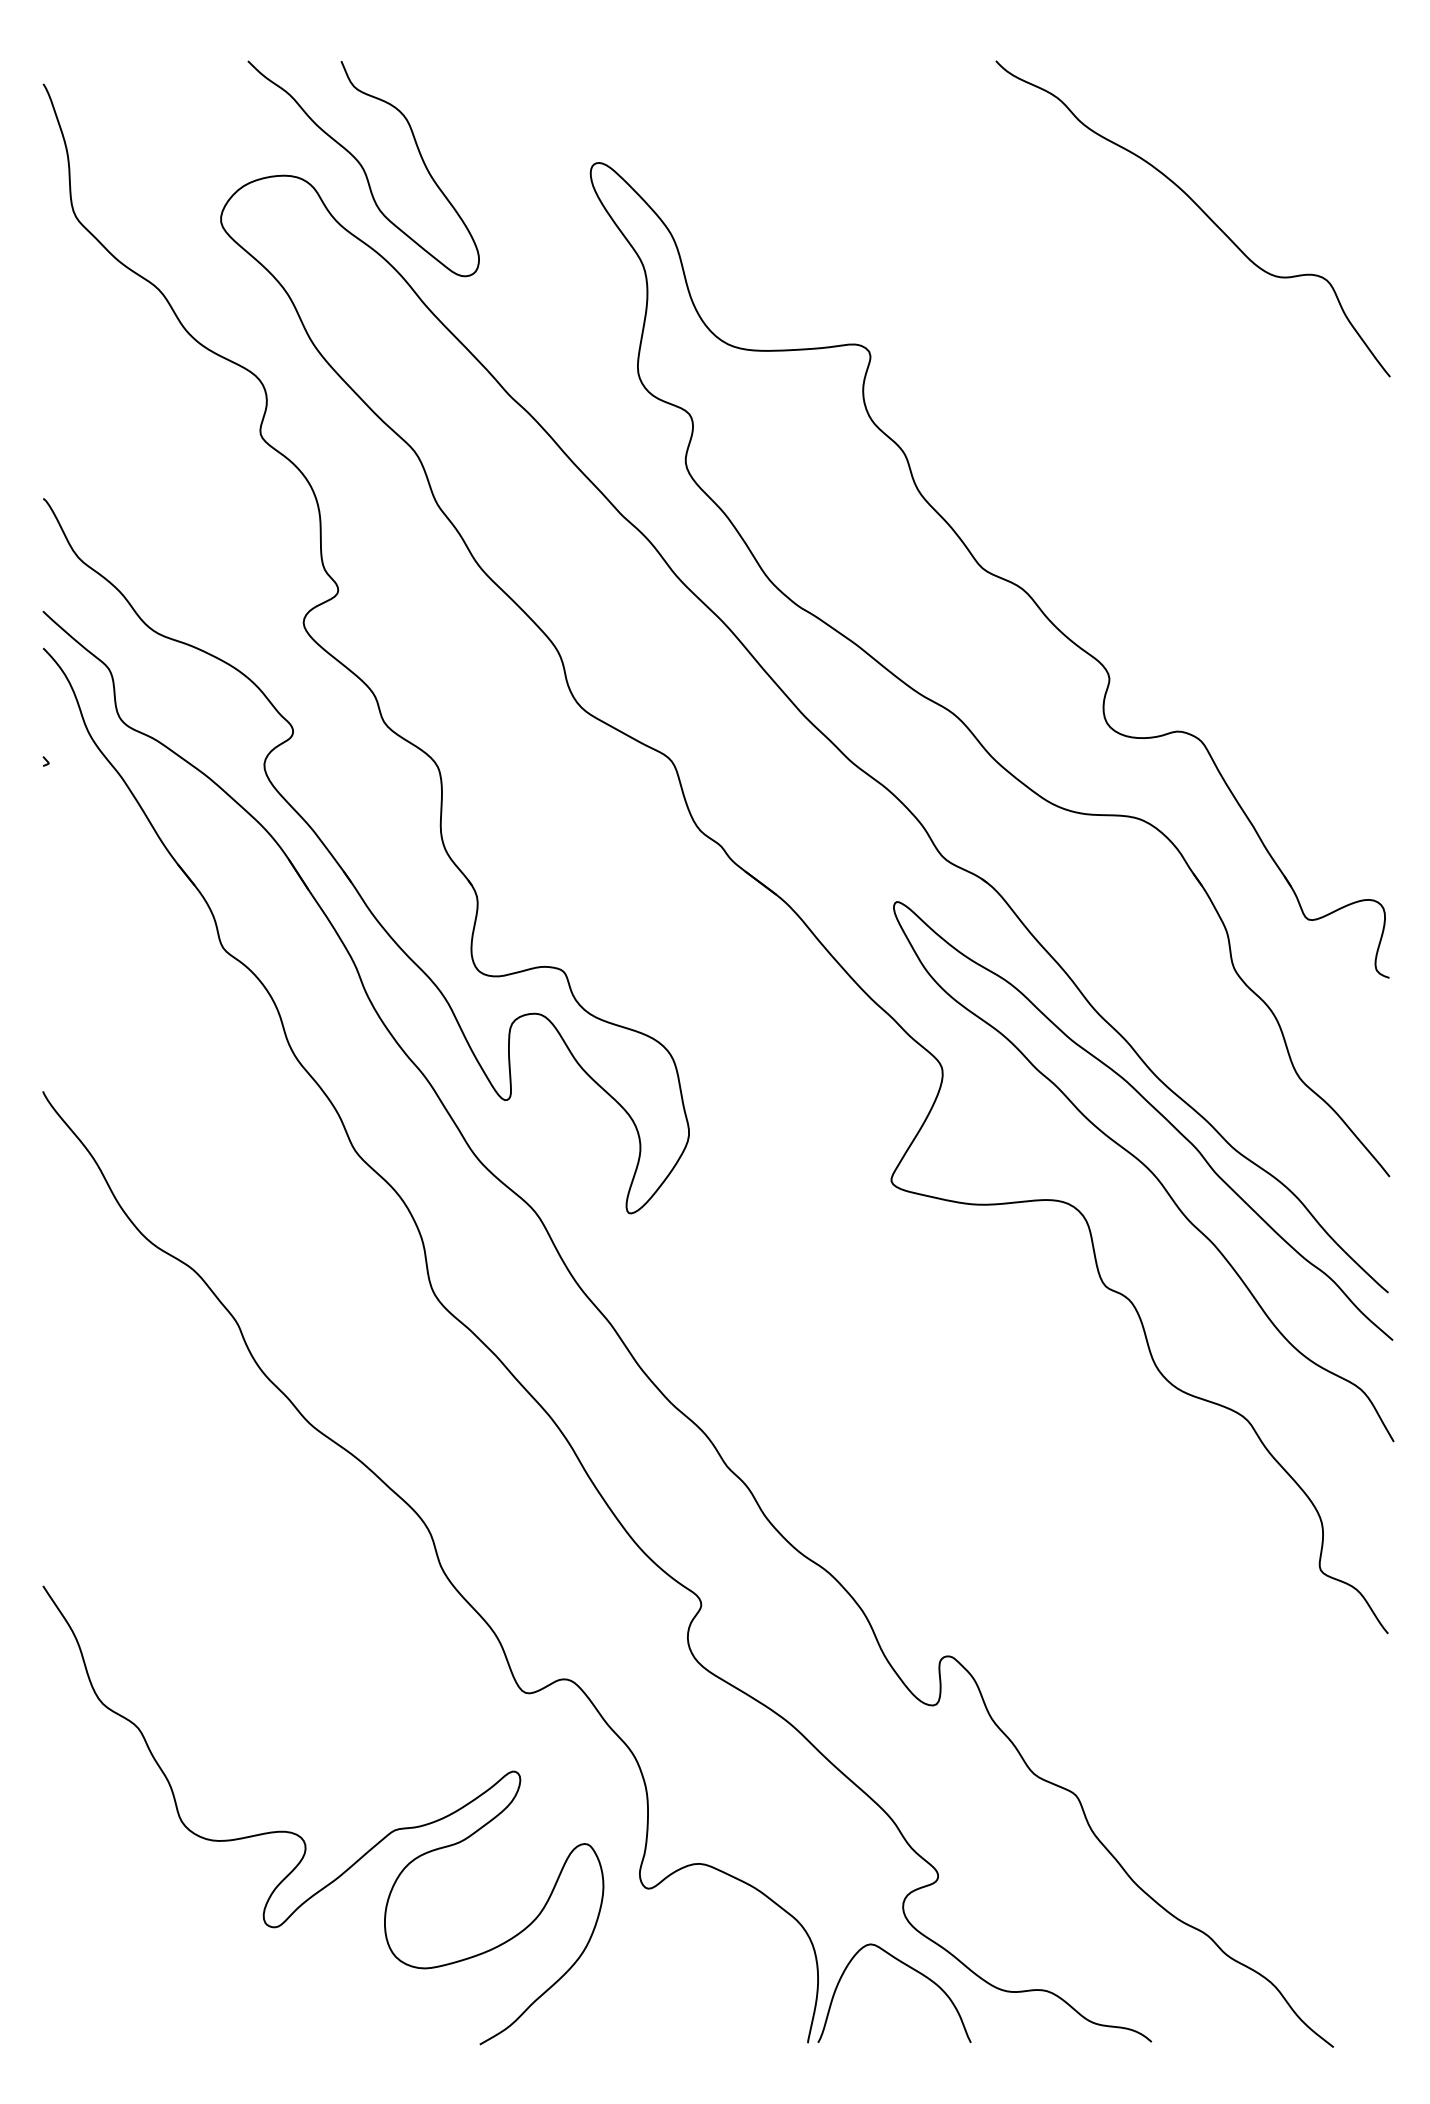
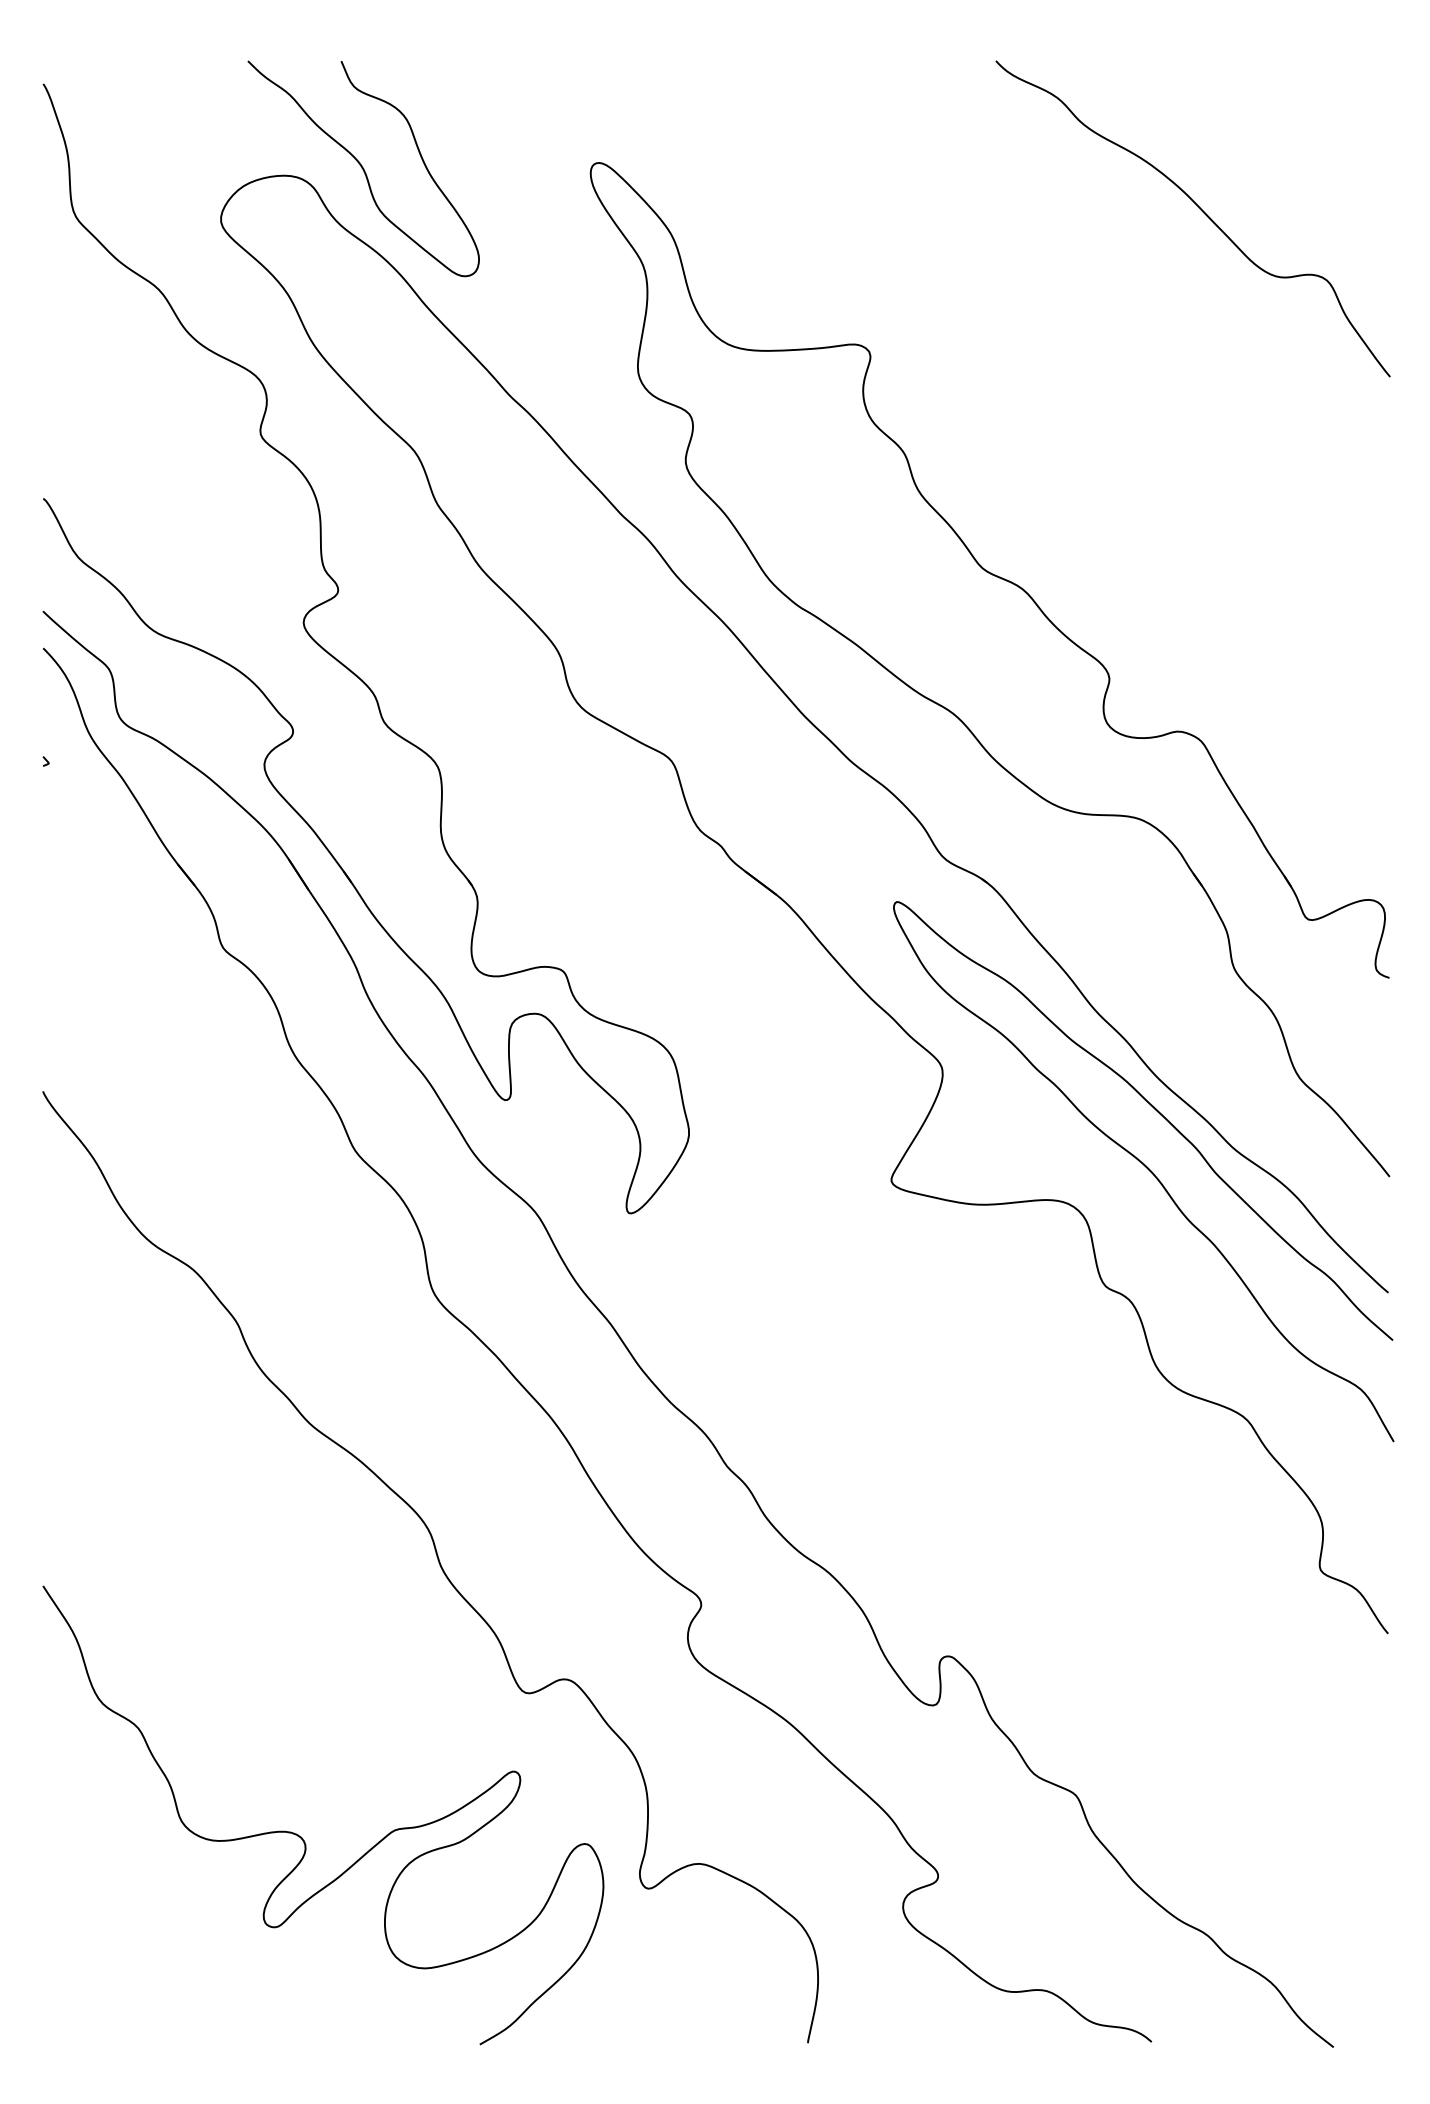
curve at (908, 1967): present -> none
